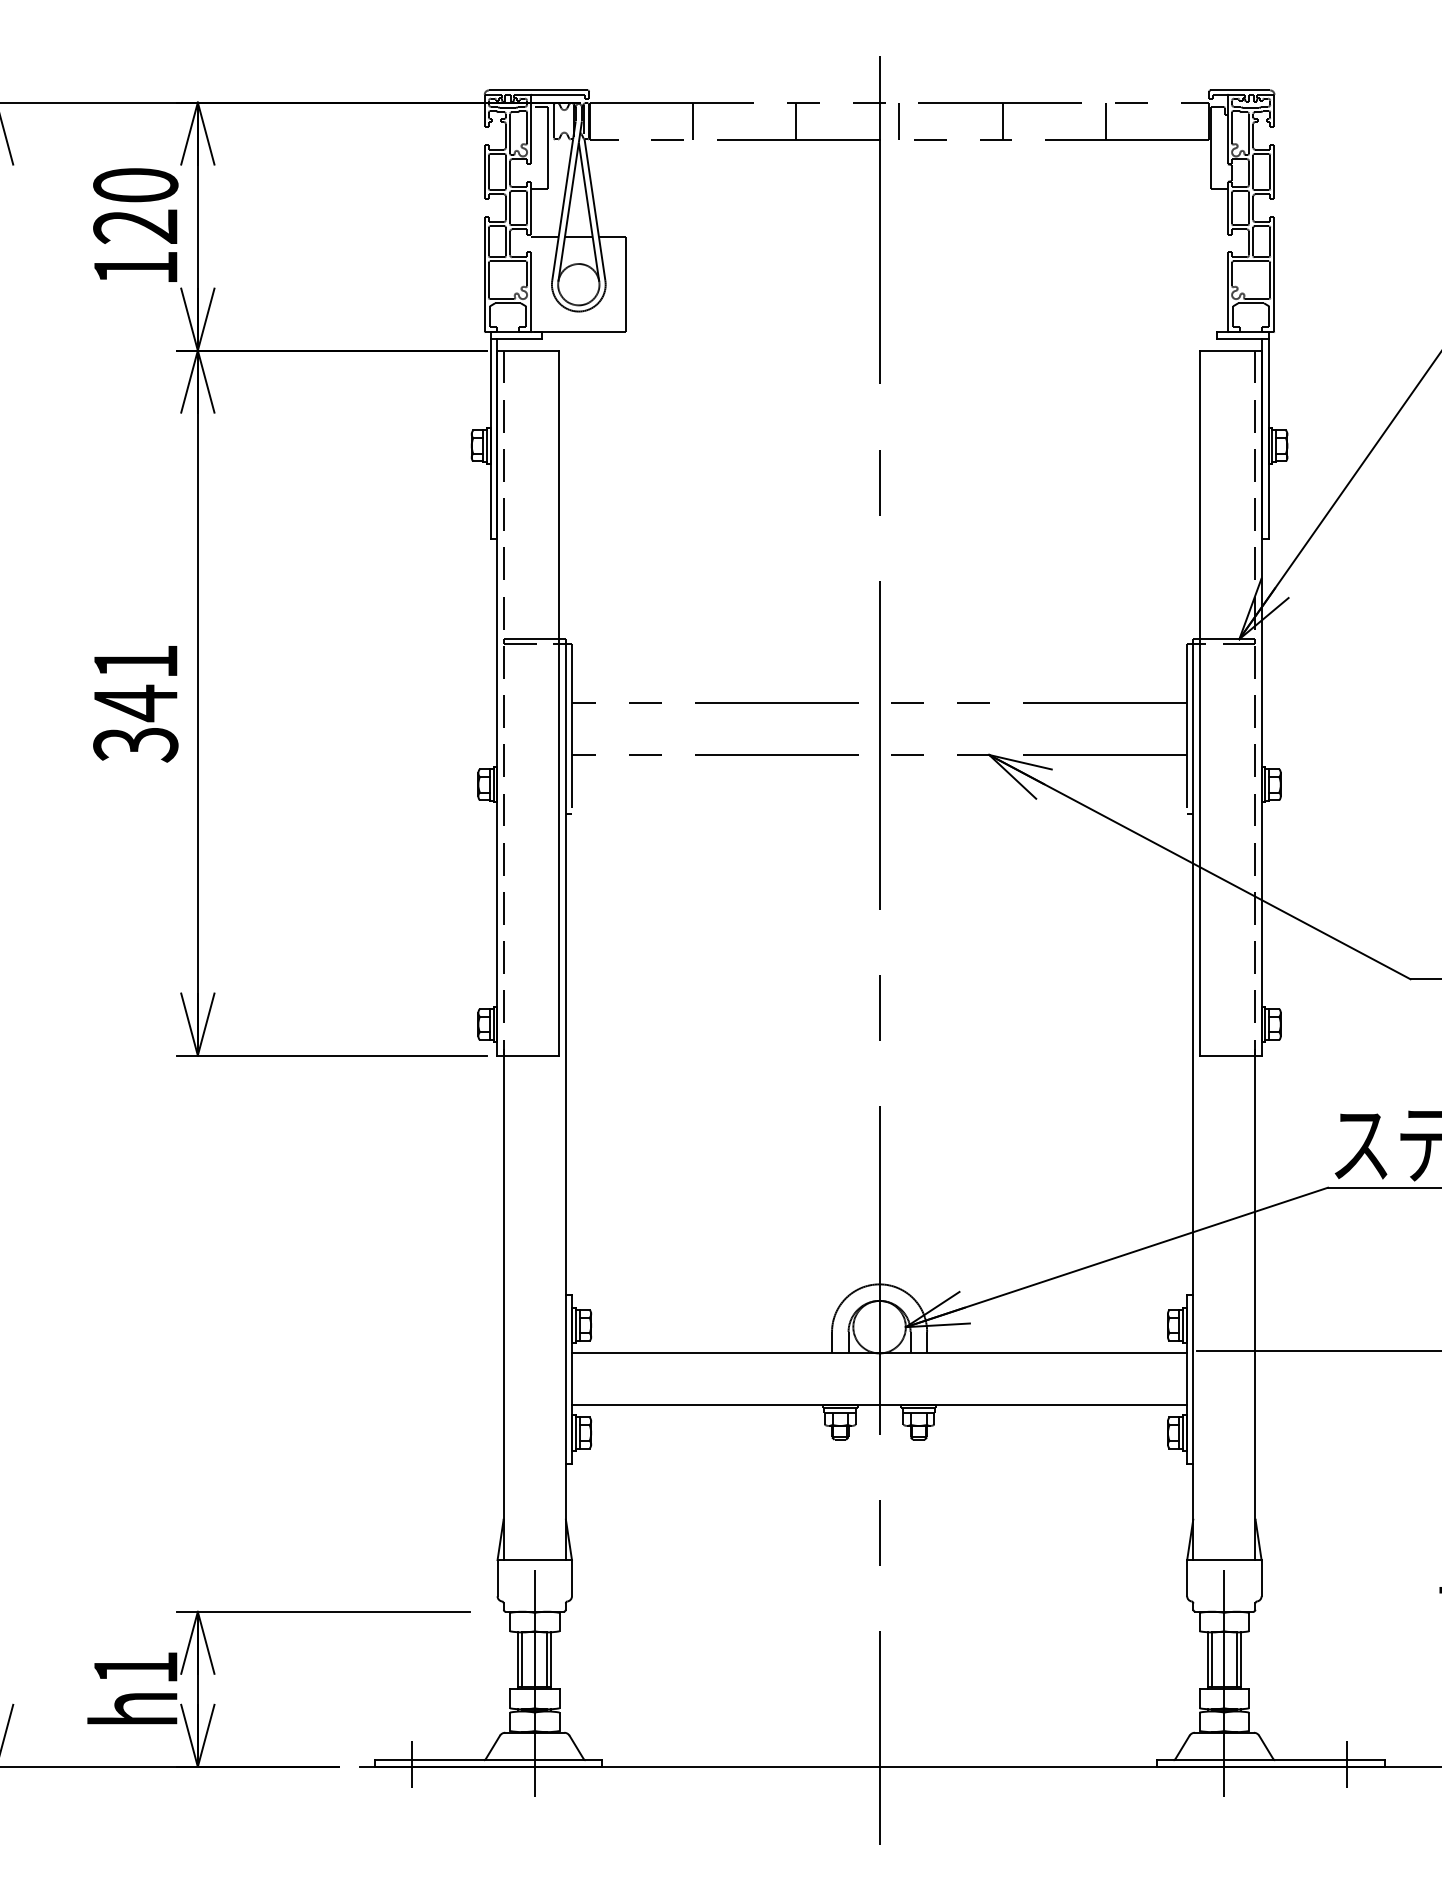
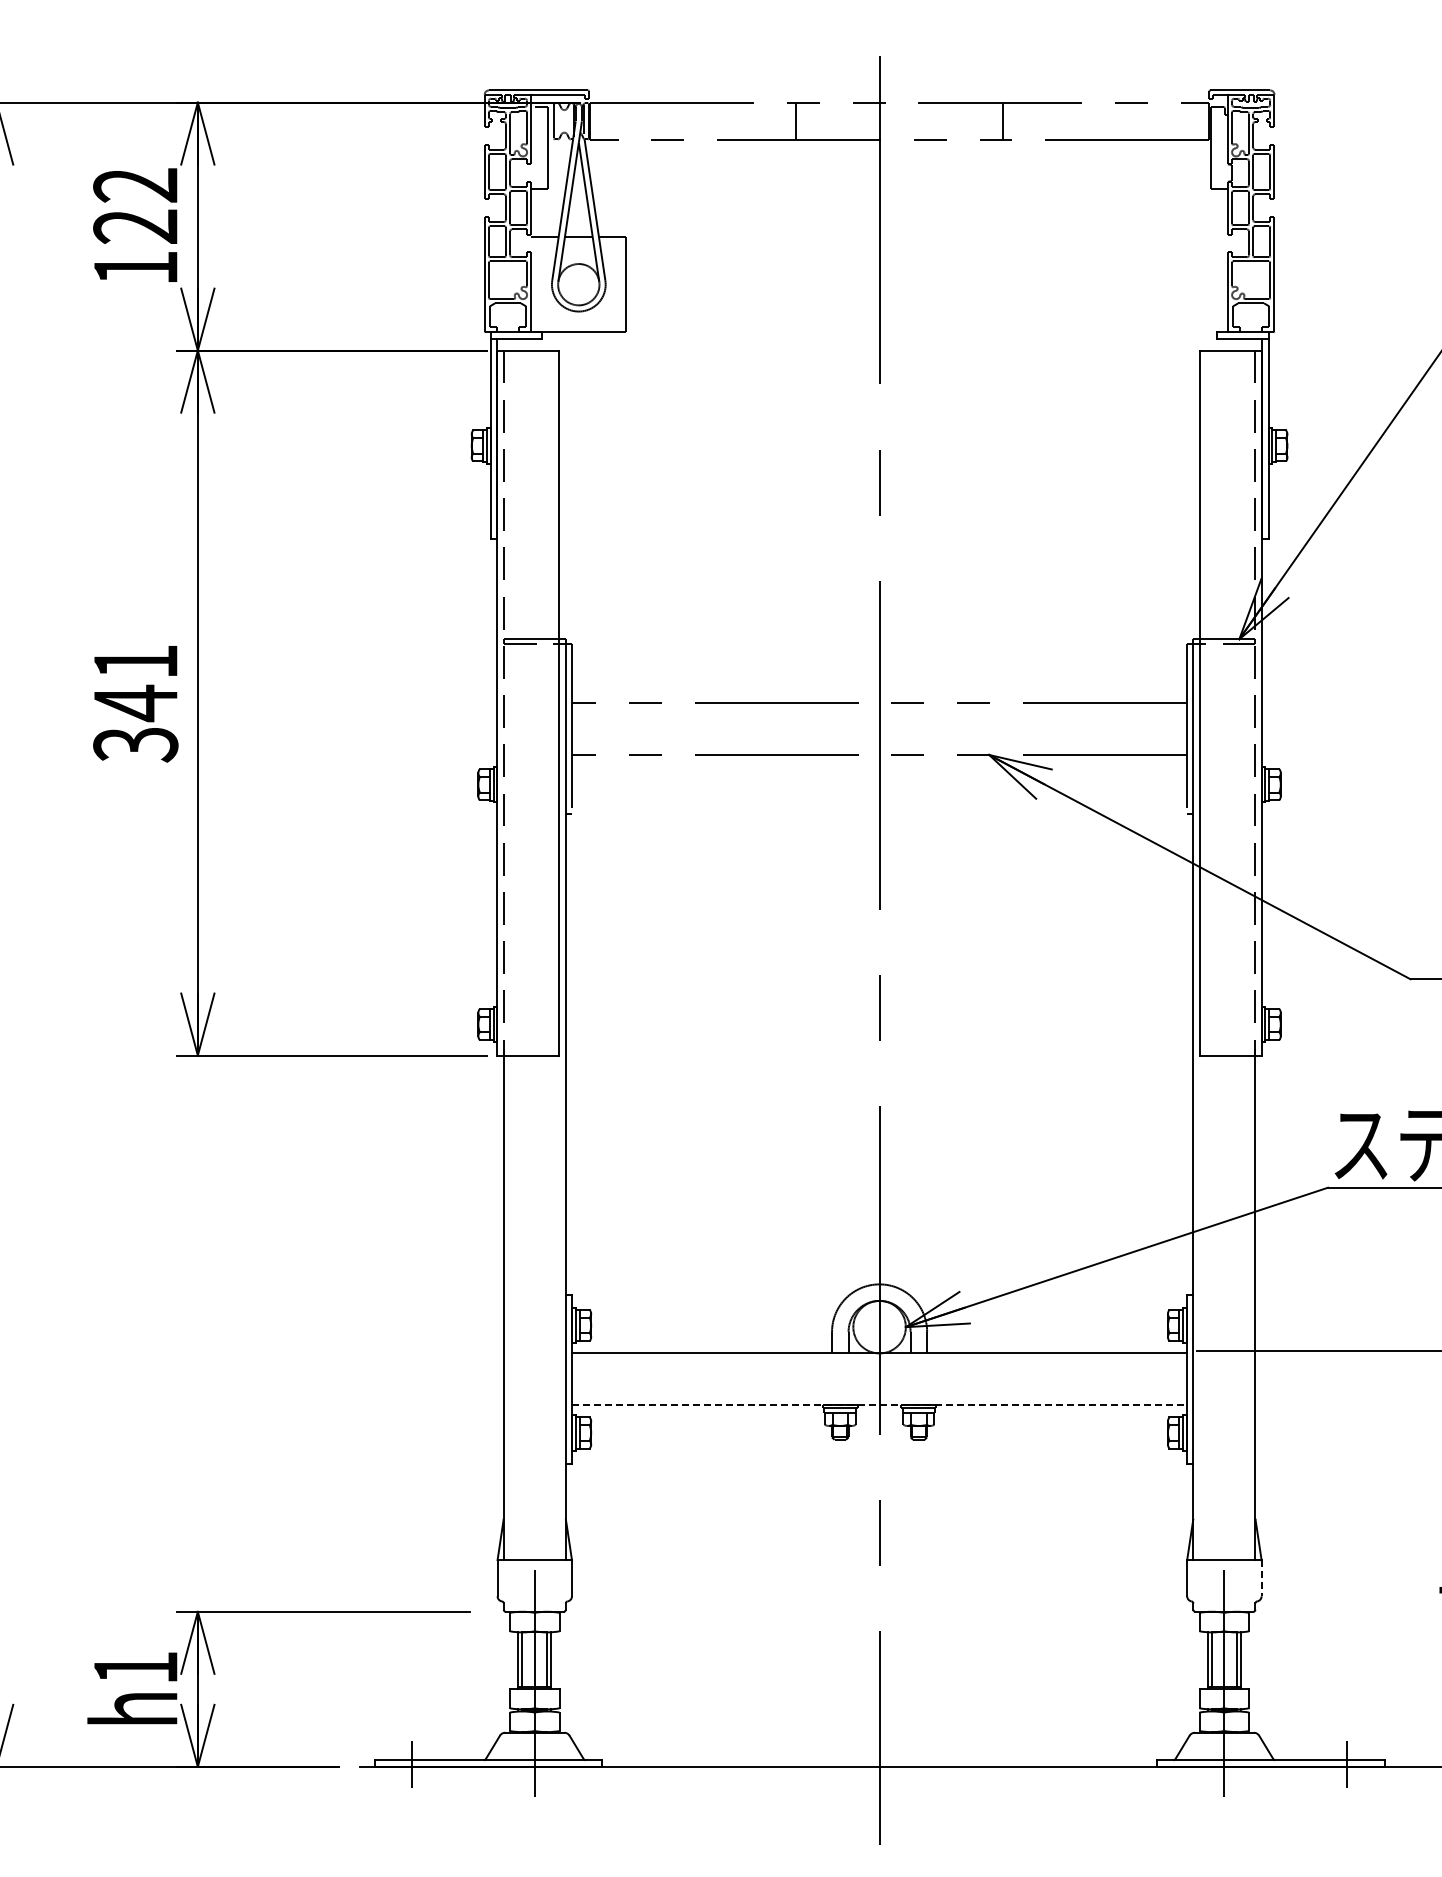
line at (692, 121): present -> none
line at (898, 121): present -> none
line at (1105, 121): present -> none
text at (135, 185): 120 -> 122
line at (880, 1405): solid -> dashed
line at (1261, 1578): solid -> dashed
